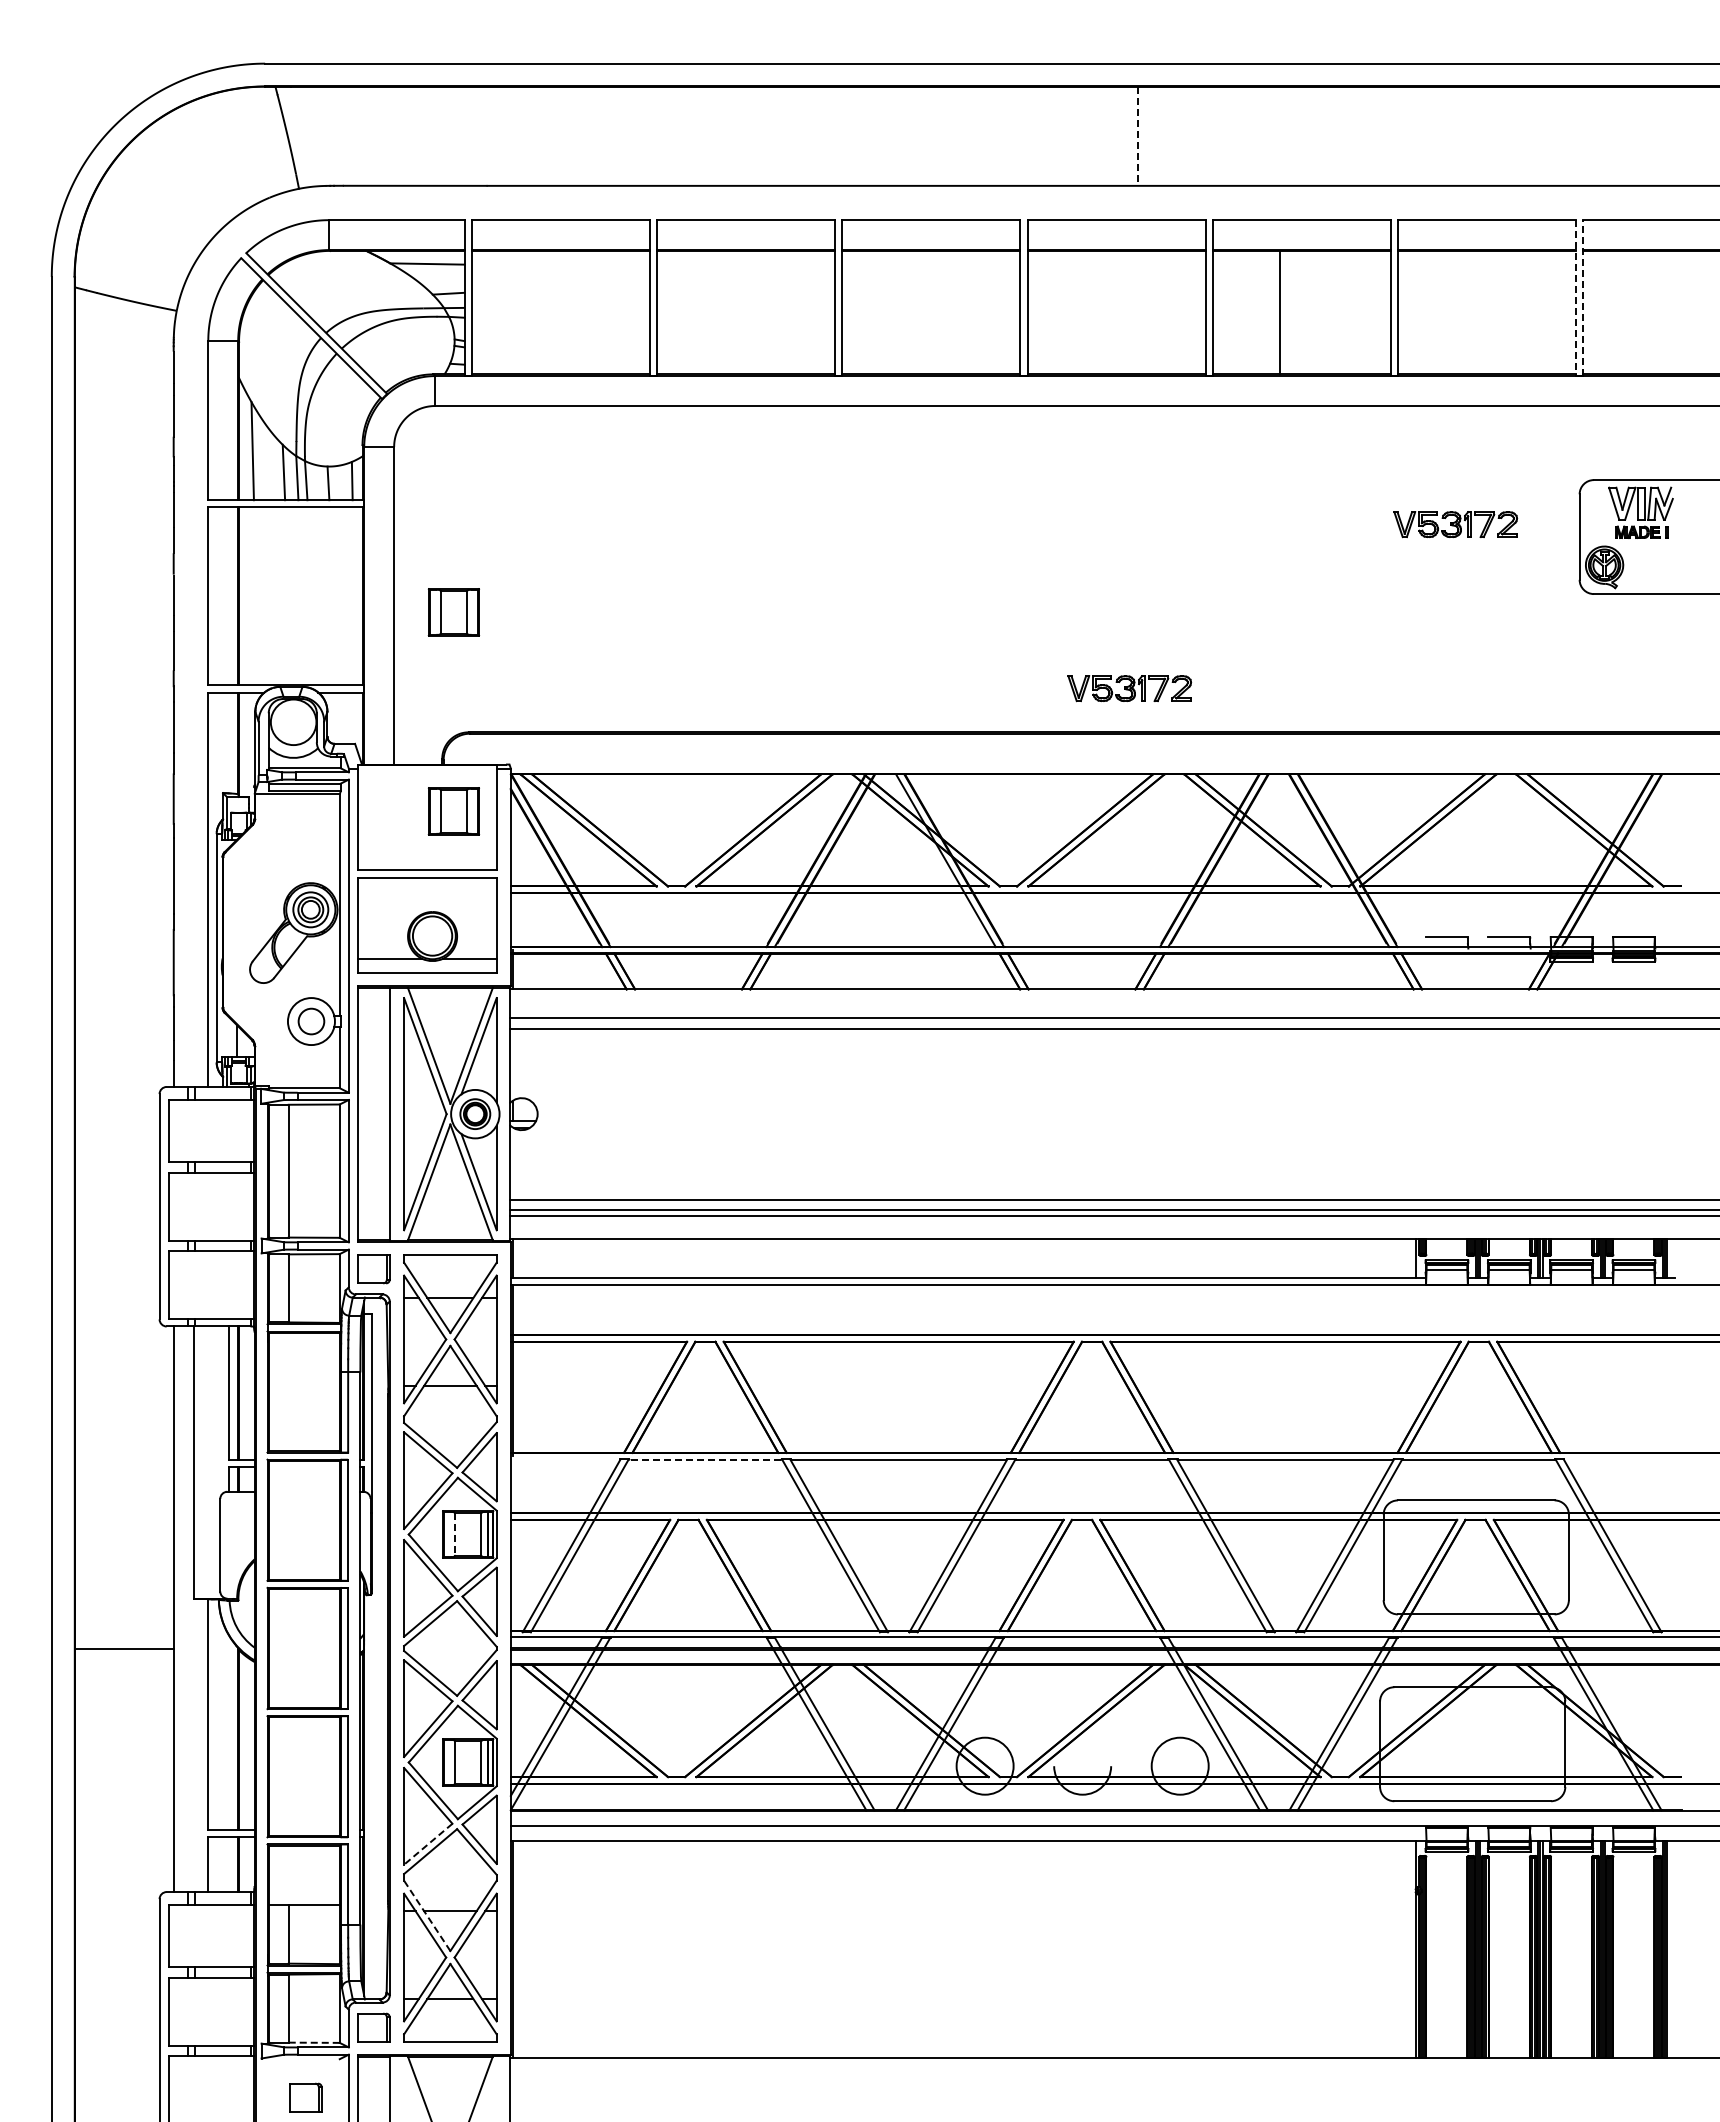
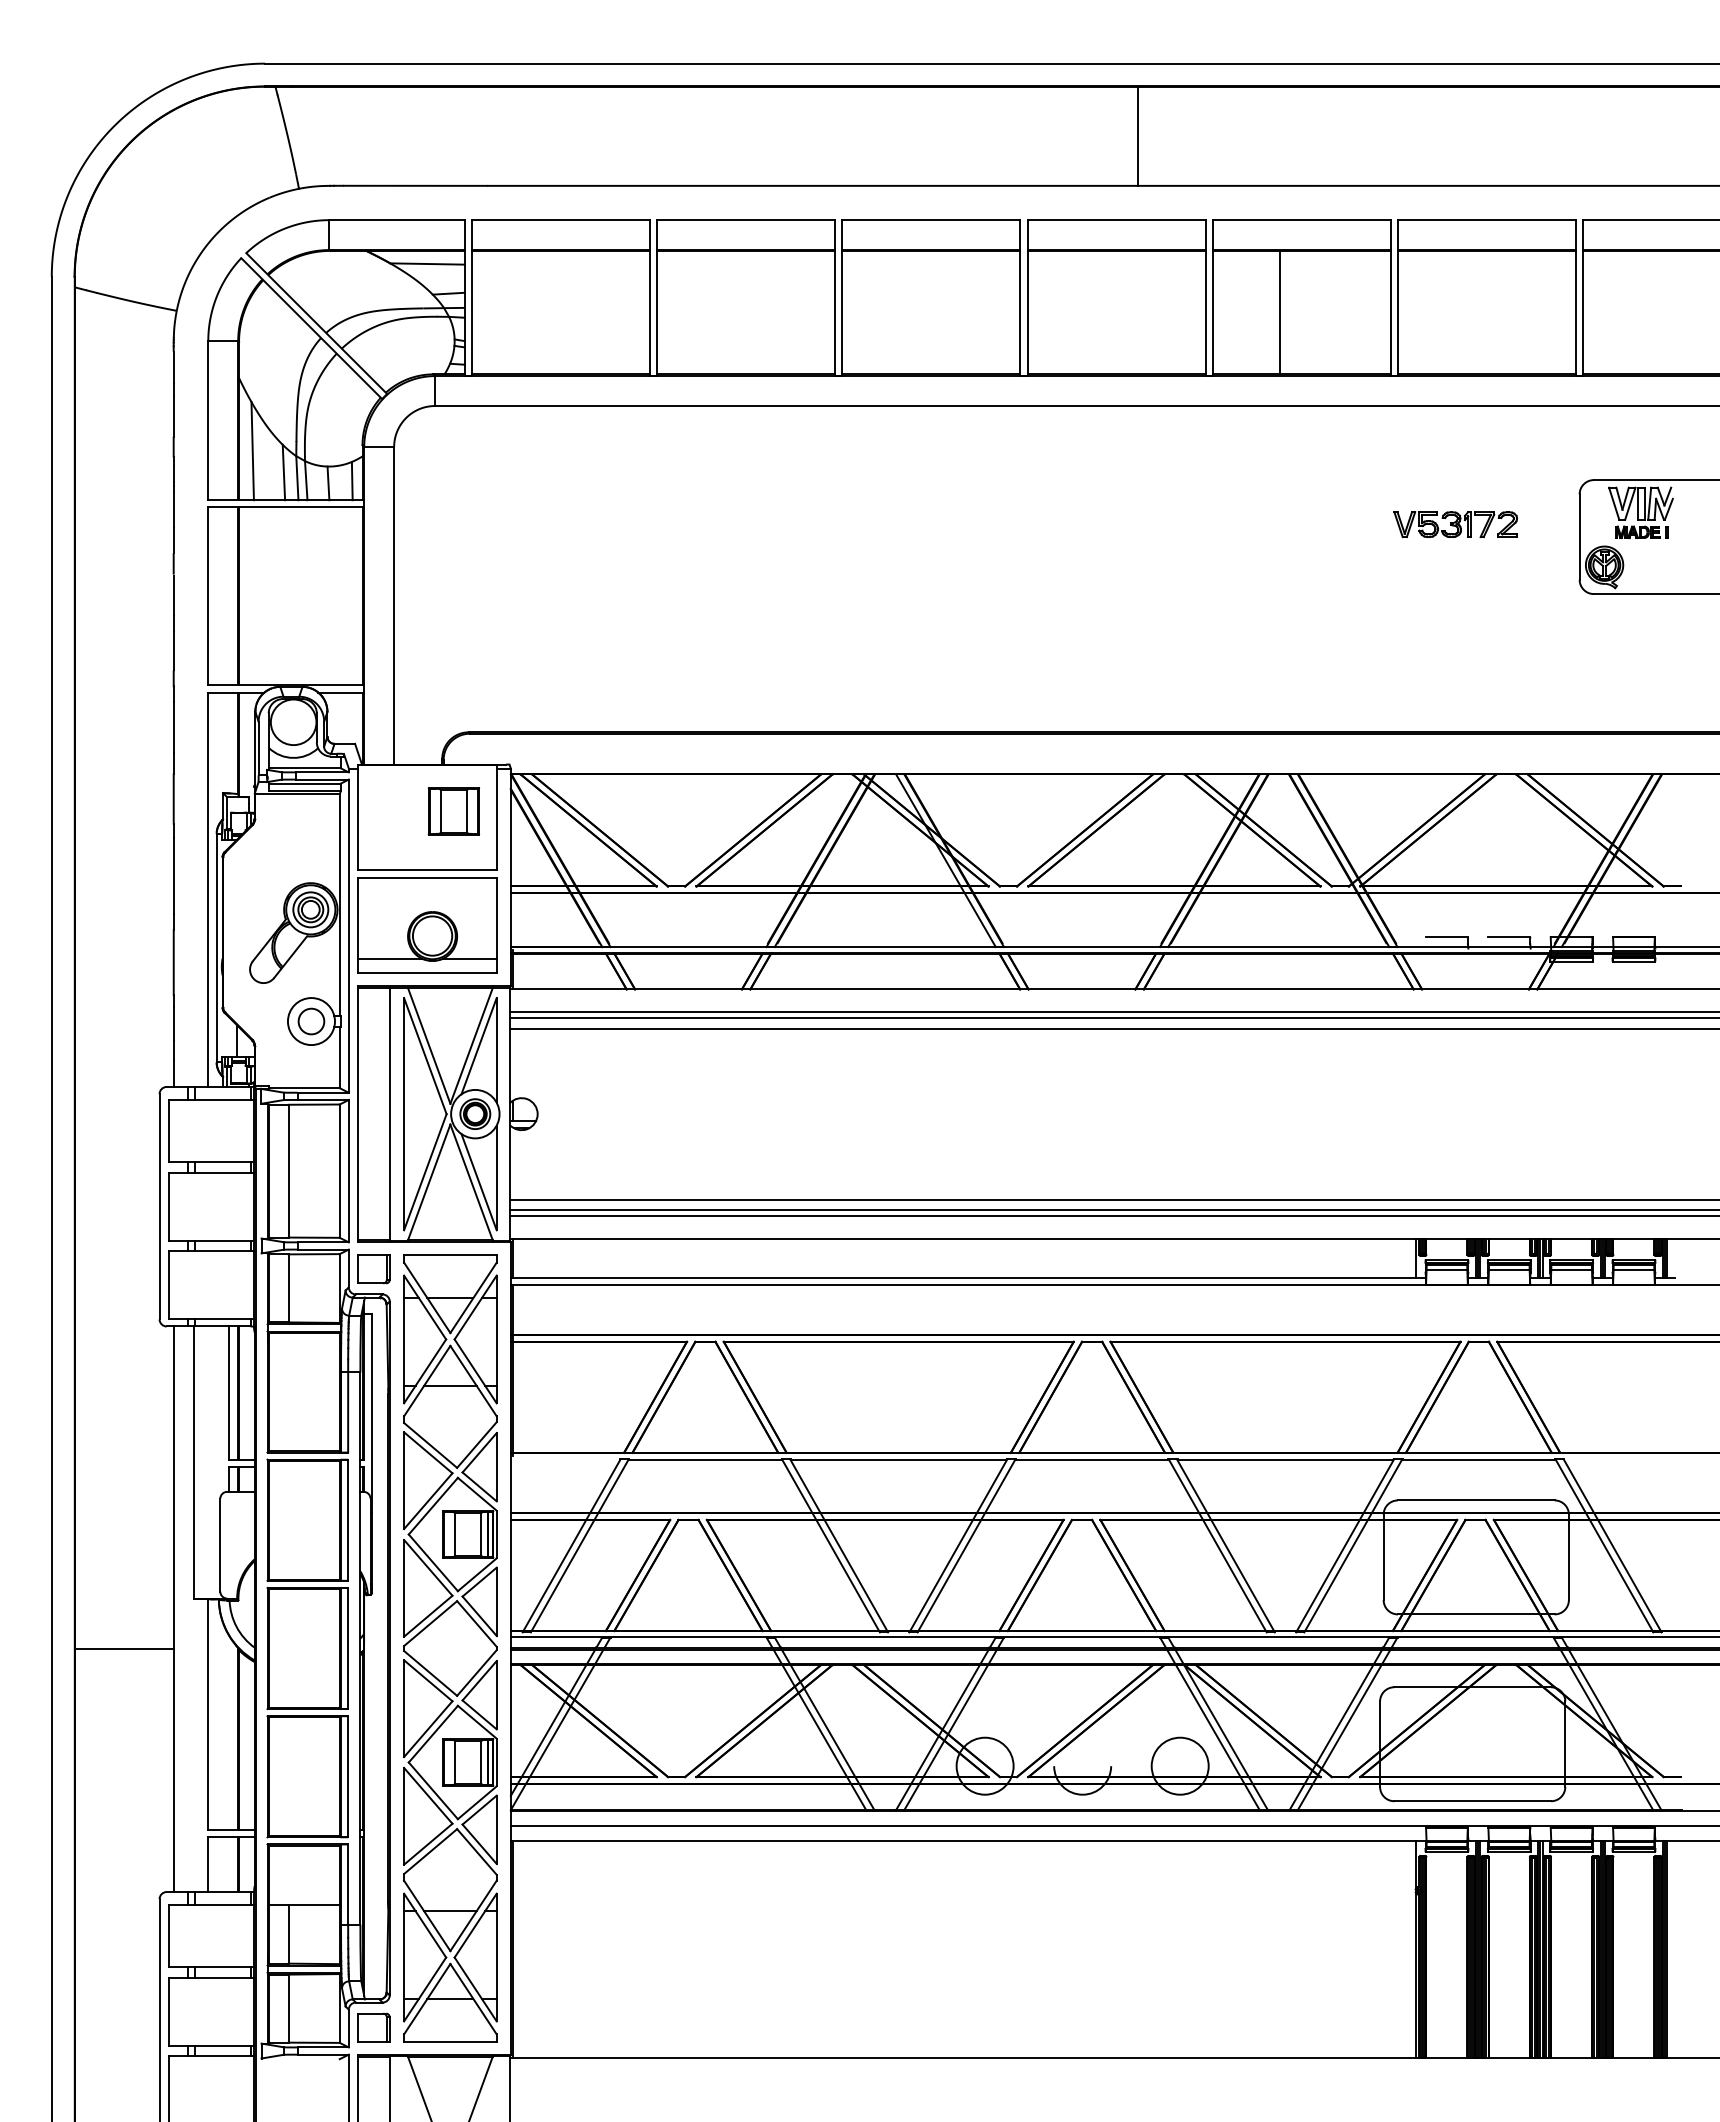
line at (1137, 136): dashed -> solid
line at (1576, 297): dashed -> solid
line at (1583, 297): dashed -> solid
part at (453, 612): present -> none
part at (1129, 688): present -> none
line at (1112, 1012): none -> present
line at (704, 1459): dashed -> solid
line at (455, 1535): dashed -> solid
line at (428, 1844): dashed -> solid
line at (426, 1915): dashed -> solid
line at (314, 2042): dashed -> solid
part at (305, 2097): present -> none
